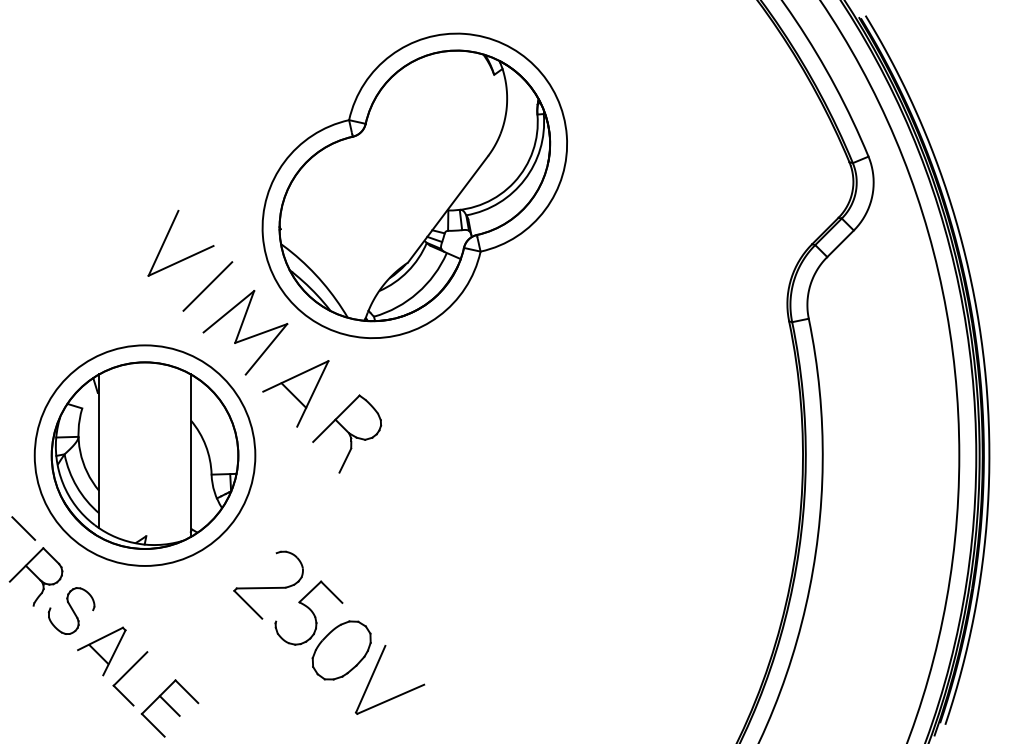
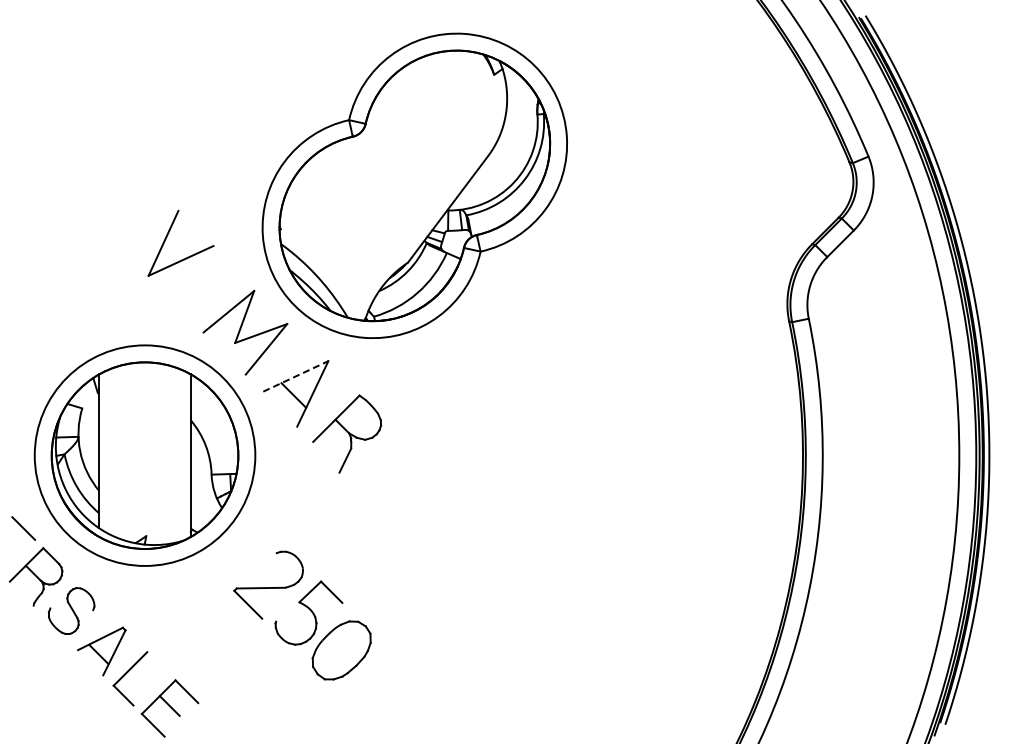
line at (207, 286): present -> none
line at (295, 376): solid -> dashed
part at (375, 671): present -> none
